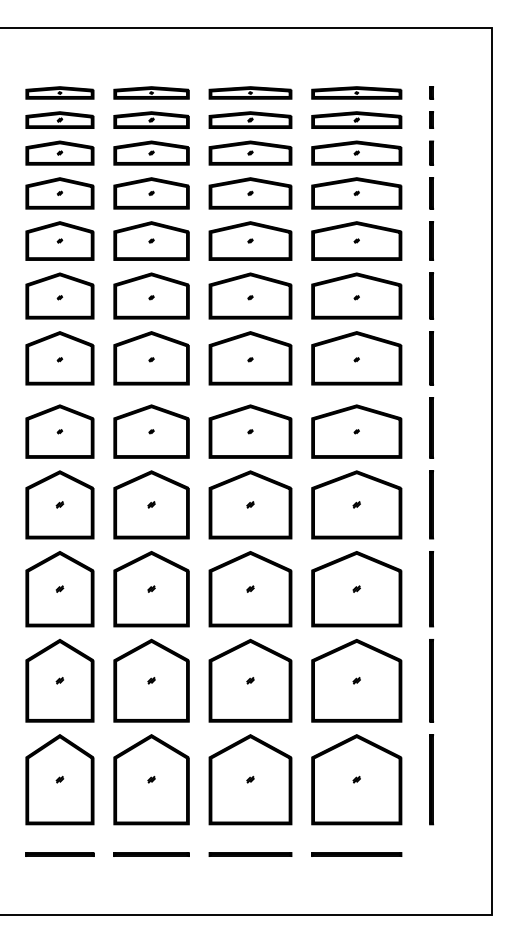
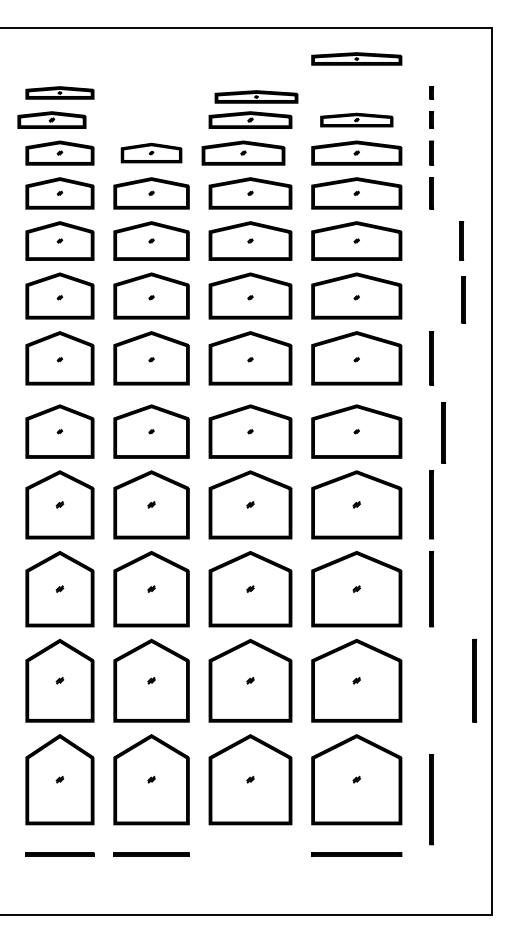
part at (151, 92): present -> none
part at (250, 92) position: (250, 92) -> (256, 96)
part at (356, 92) position: (356, 92) -> (356, 58)
part at (59, 119) position: (59, 119) -> (51, 119)
part at (151, 119): present -> none
part at (356, 119) size: 92x18 px -> 74x16 px
part at (151, 152) size: 77x26 px -> 63x22 px
part at (250, 152) position: (250, 152) -> (243, 152)
line at (431, 240) position: (431, 240) -> (461, 240)
line at (431, 295) position: (431, 295) -> (463, 299)
line at (431, 427) position: (431, 427) -> (443, 432)
line at (431, 680) position: (431, 680) -> (474, 680)
line at (431, 779) position: (431, 779) -> (431, 799)
line at (250, 854): present -> none
